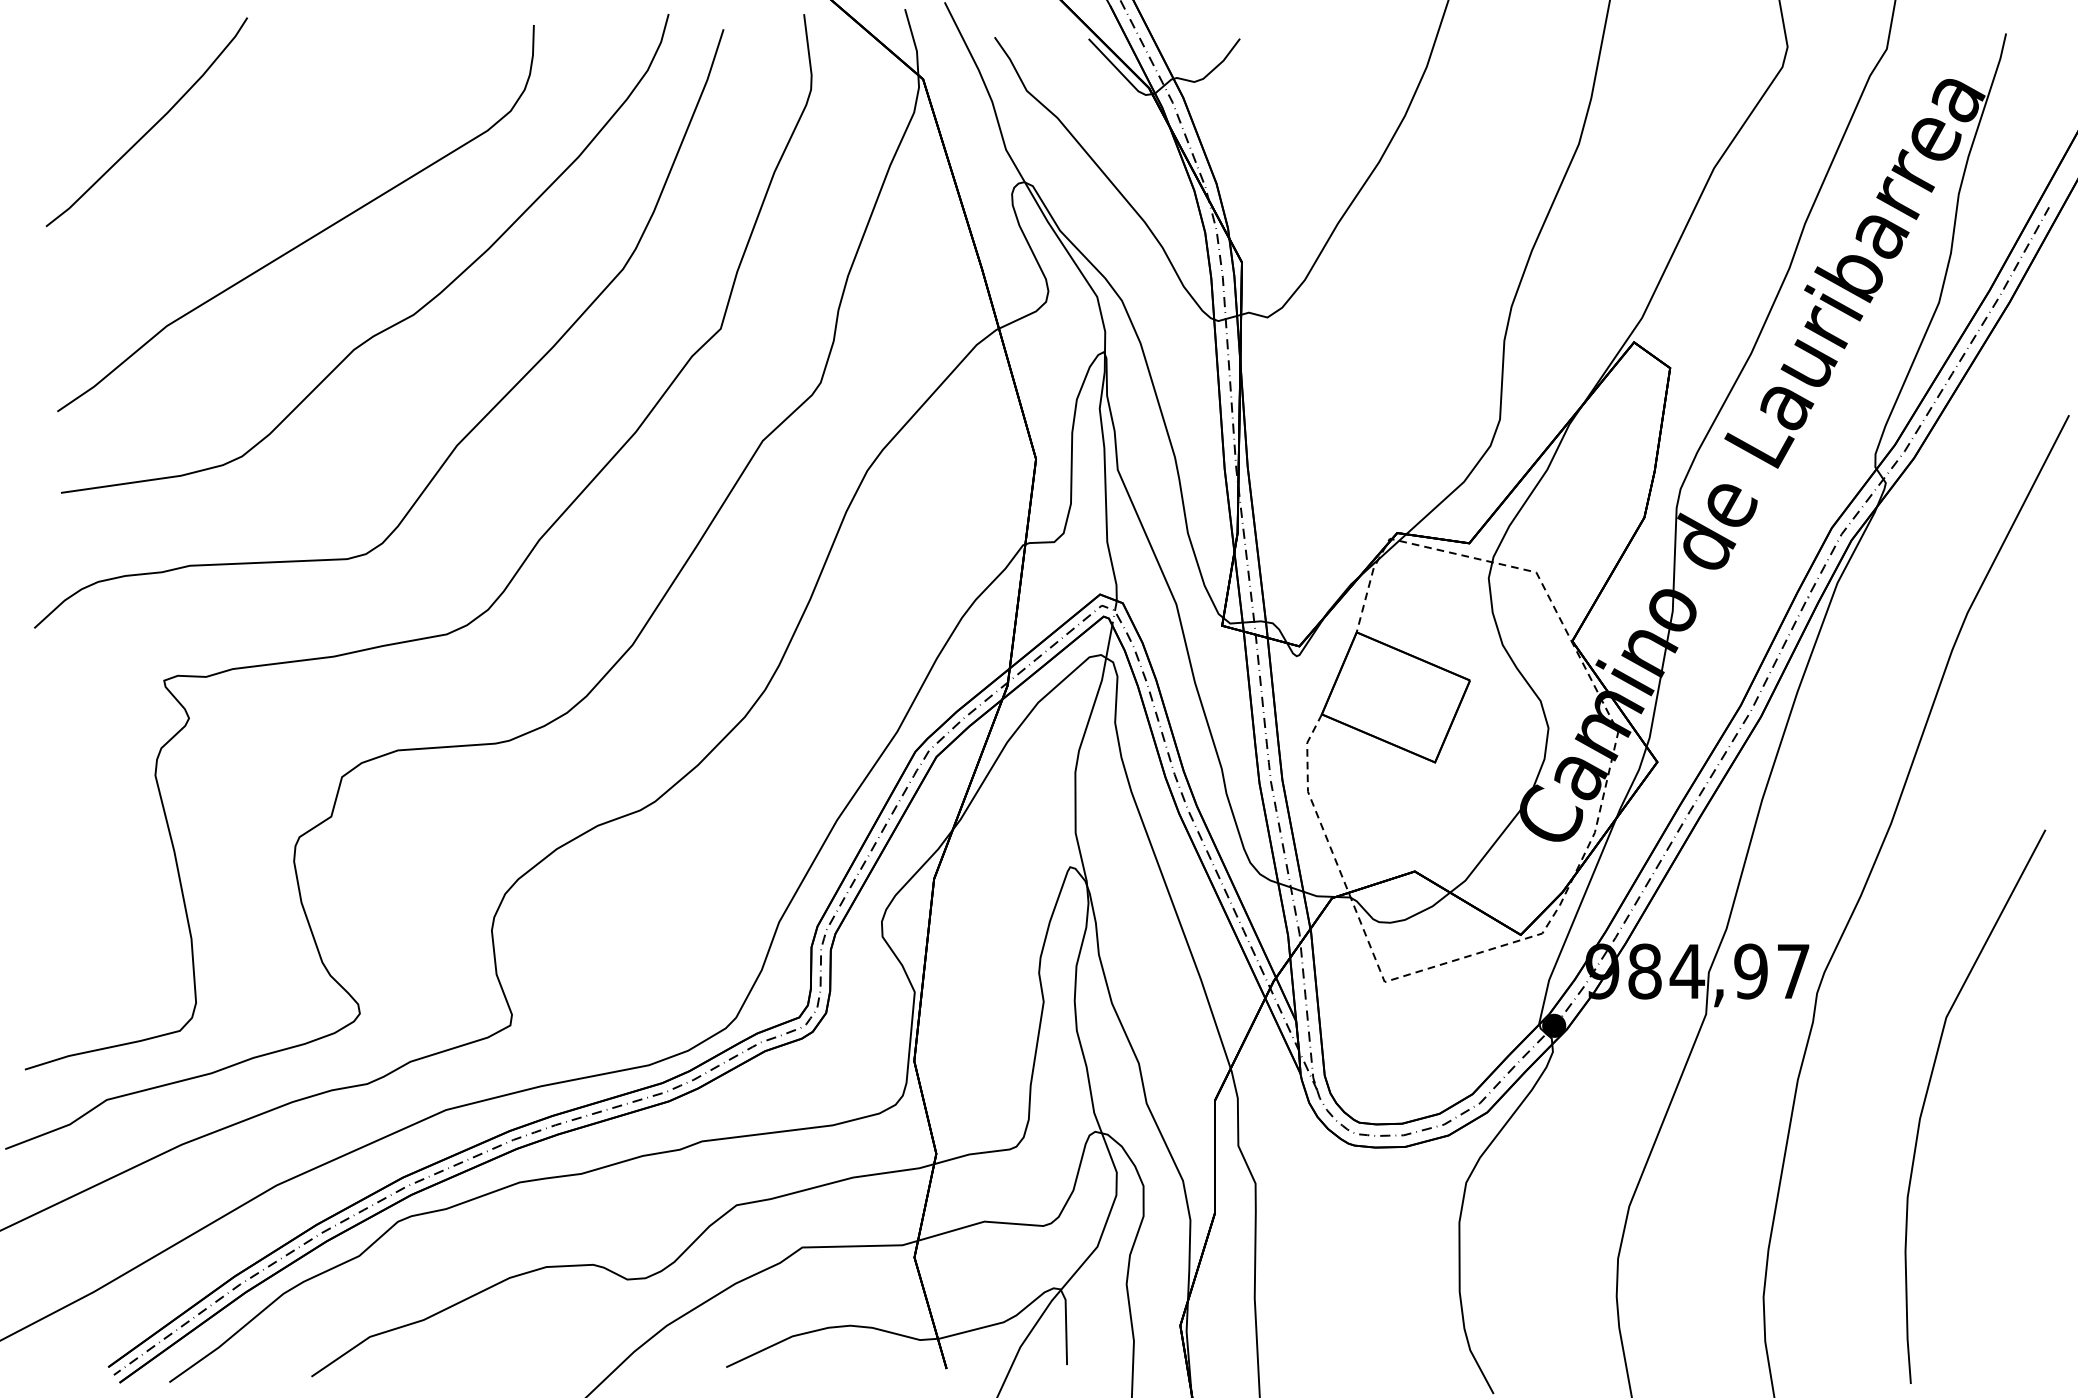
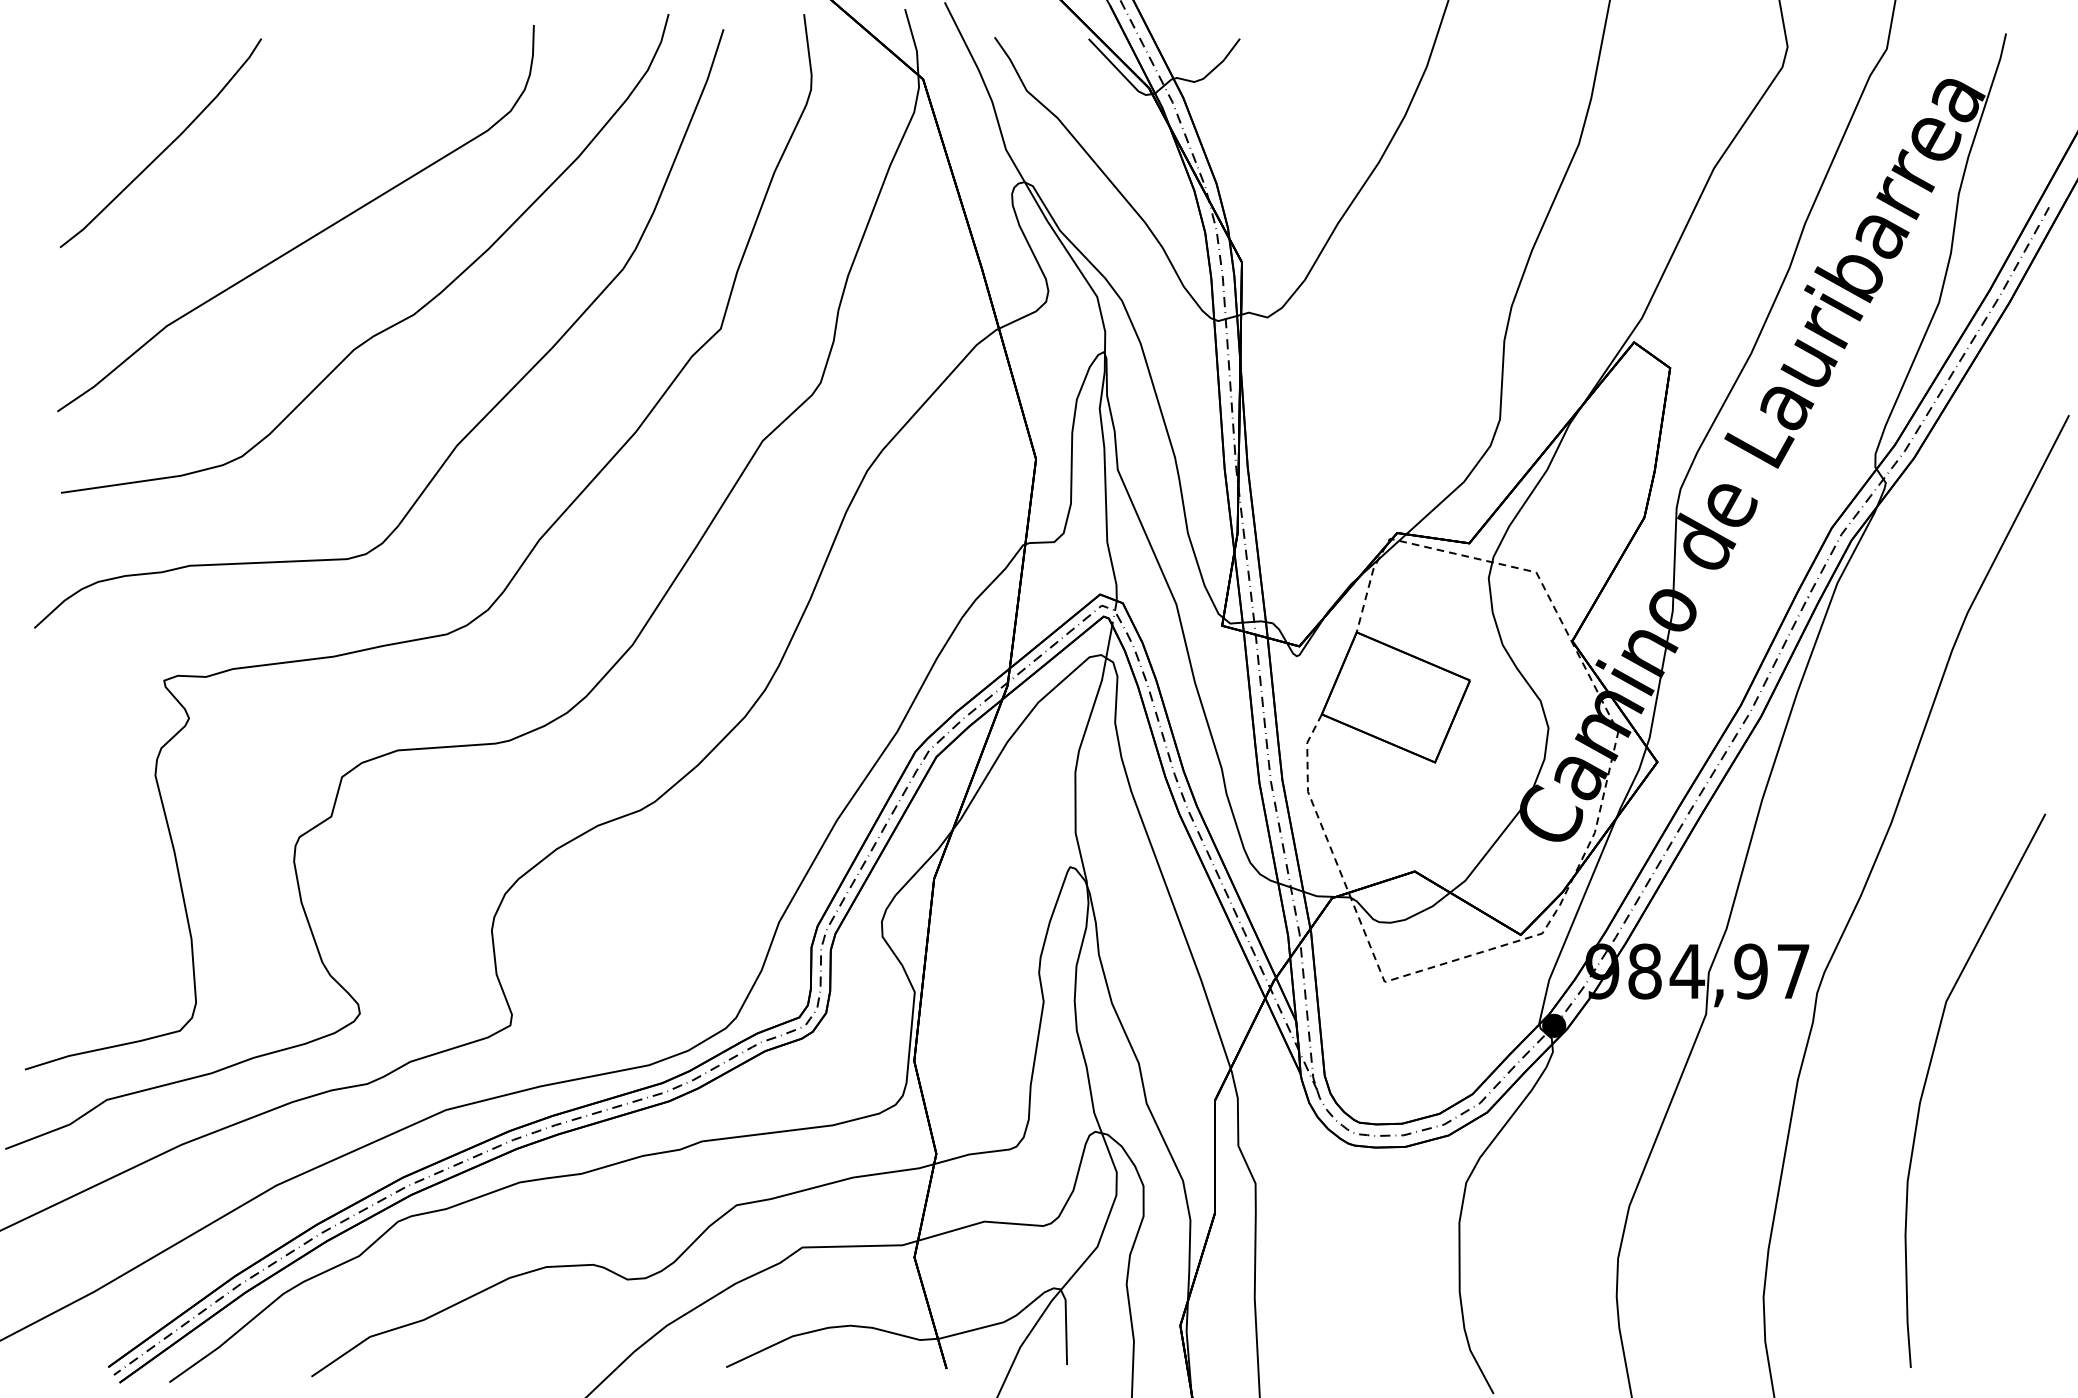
curve at (151, 127) position: (151, 127) -> (165, 148)
curve at (1928, 1091) position: (1928, 1091) -> (1928, 1075)
